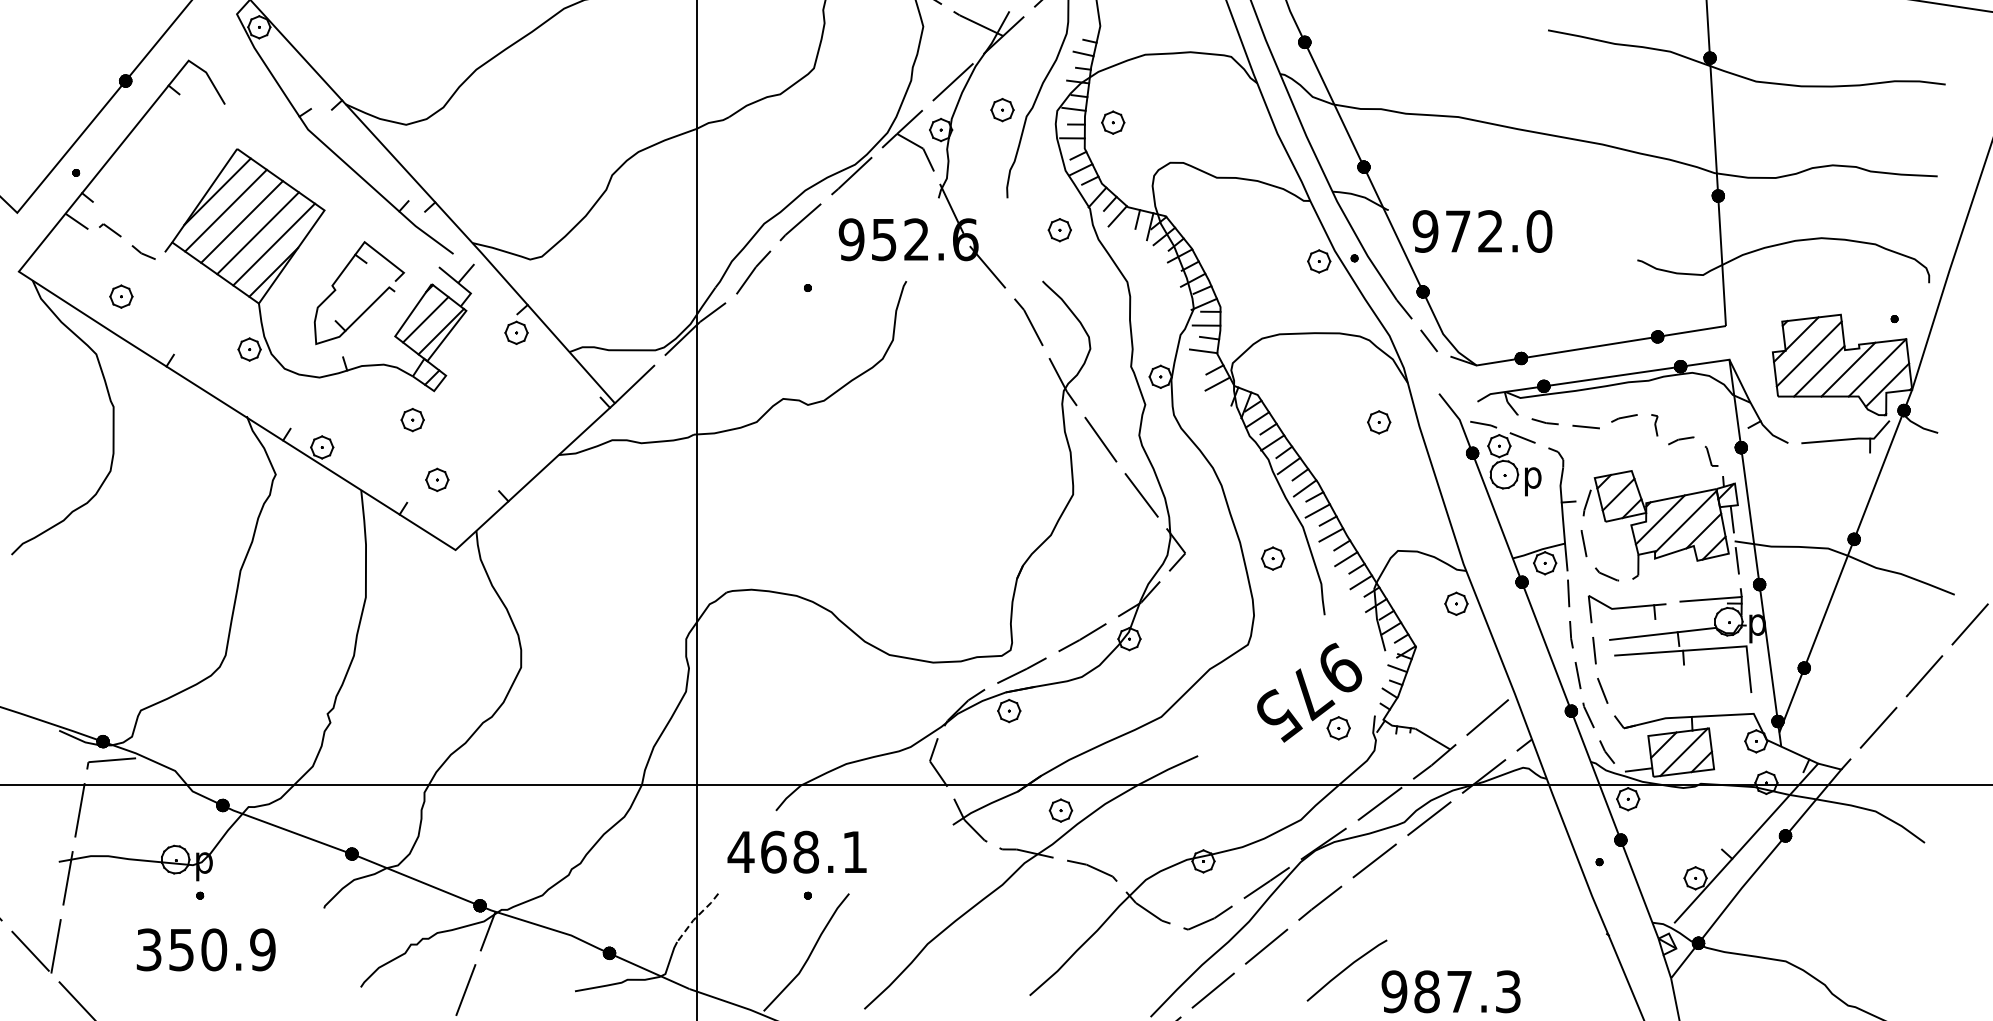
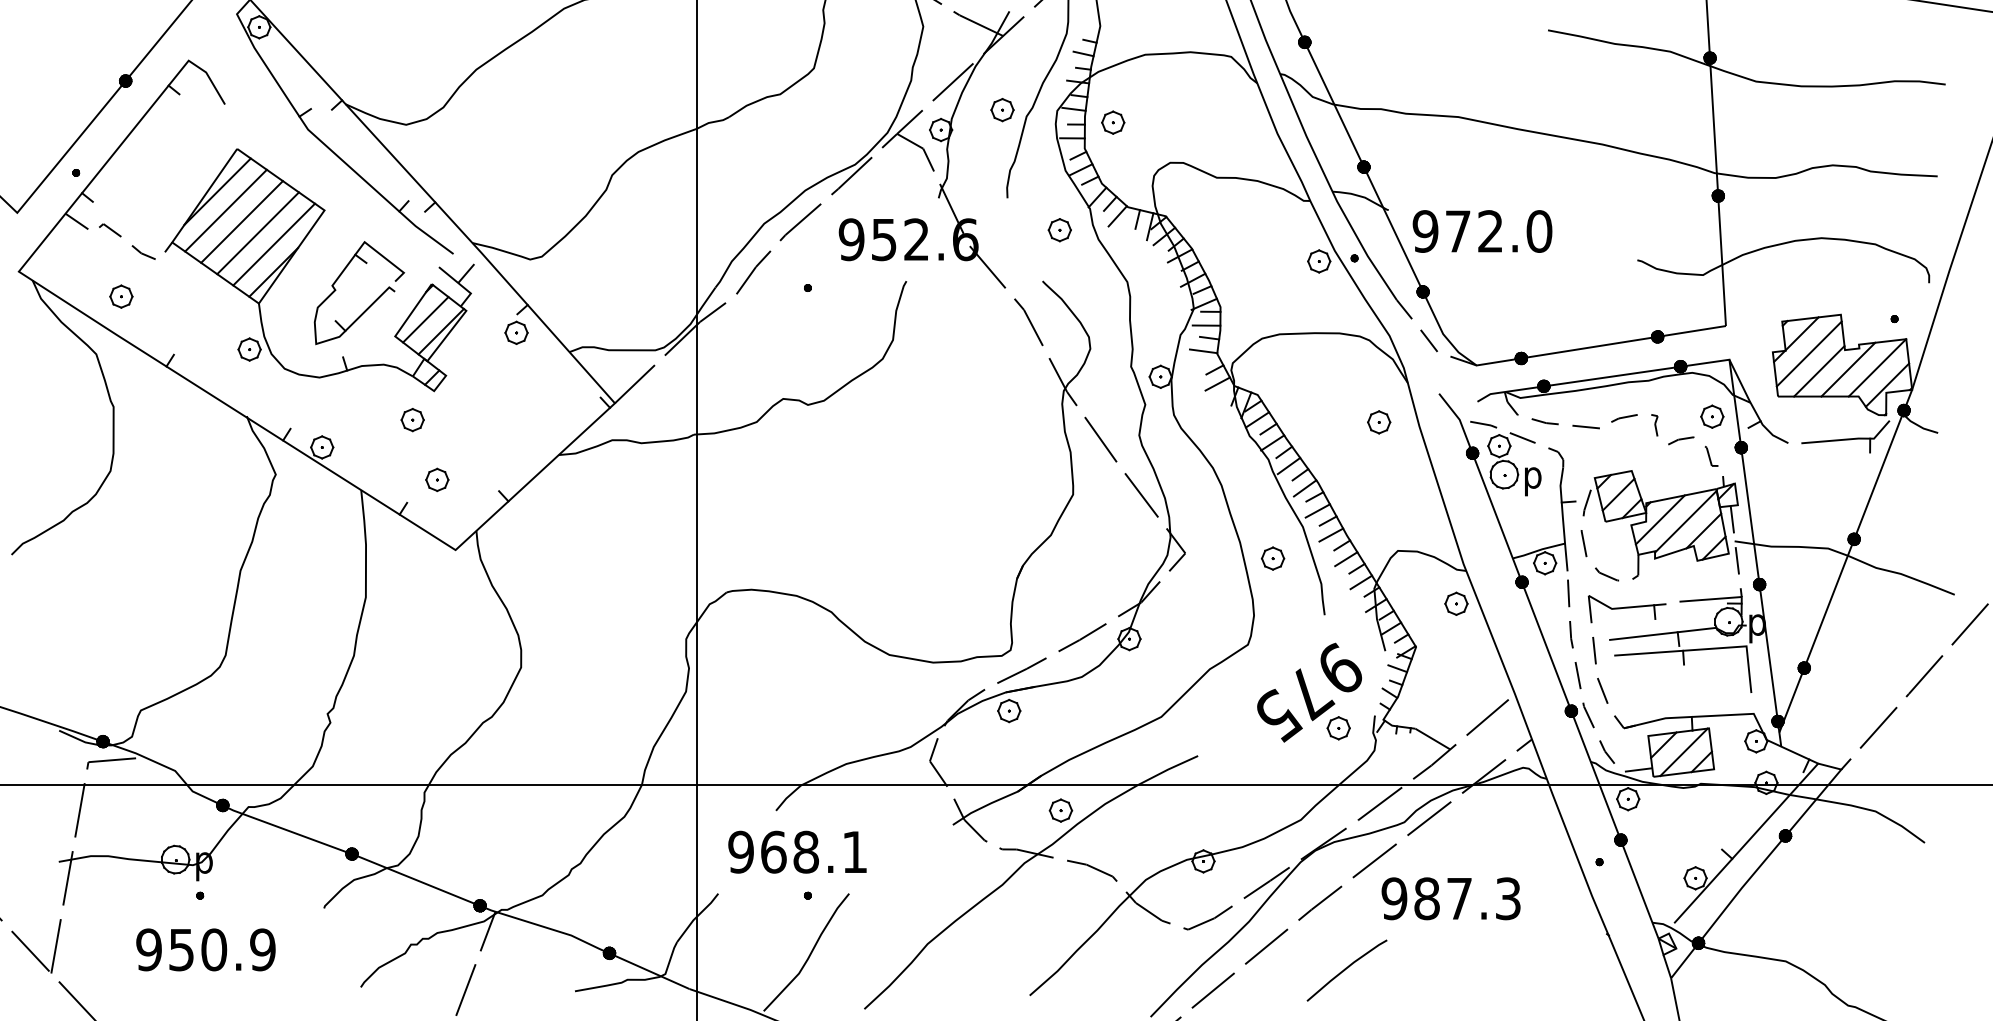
part at (1712, 416): none -> present
text at (740, 851): 468.1 -> 968.1
line at (696, 917): dashed -> solid
text at (148, 949): 350.9 -> 950.9
text at (1450, 991) position: (1450, 991) -> (1450, 898)
